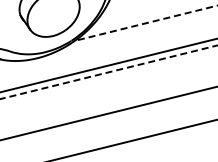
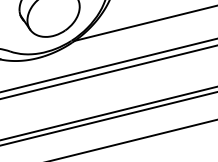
line at (146, 23): dashed -> solid
line at (108, 72): dashed -> solid
line at (108, 118): none -> present
